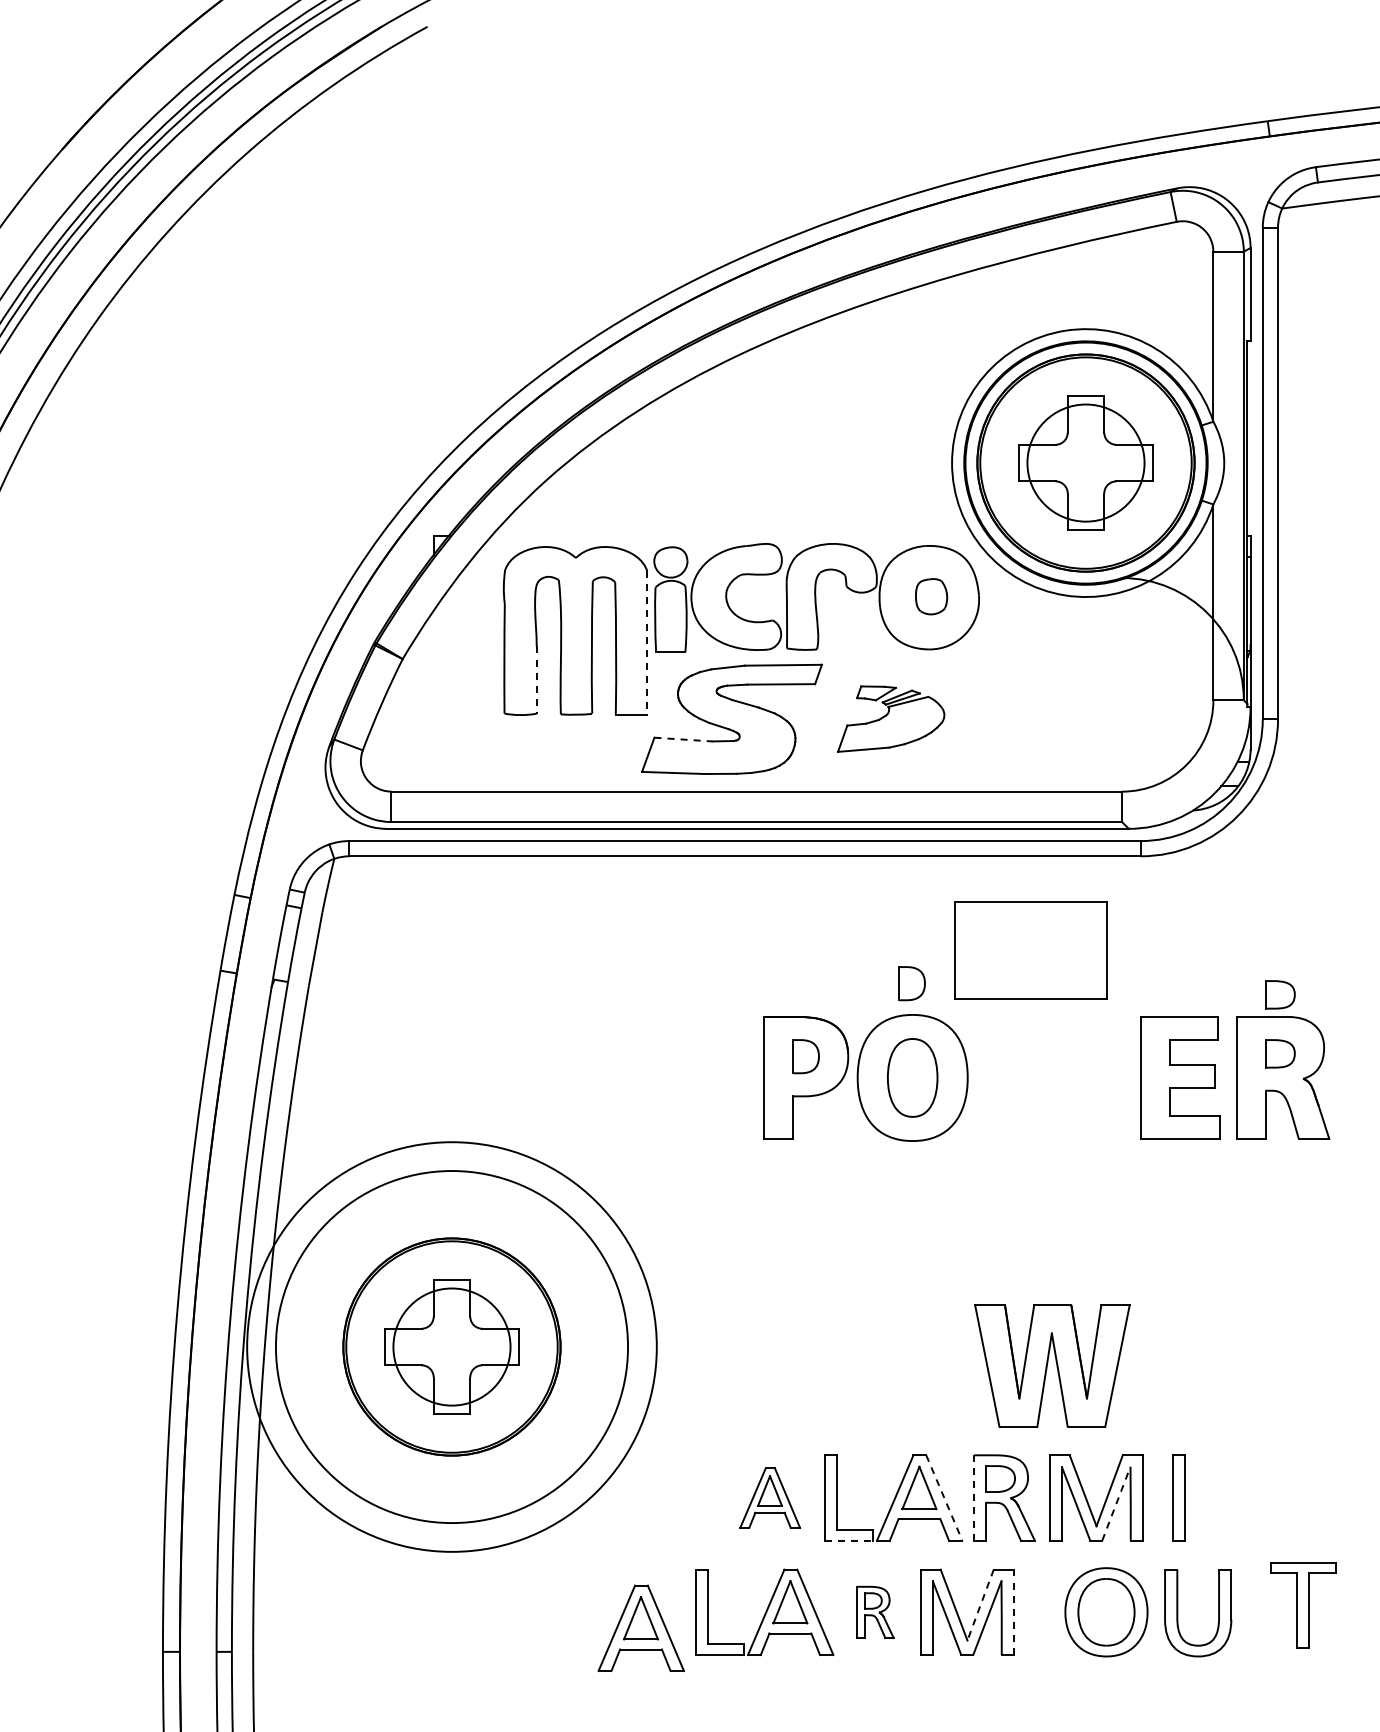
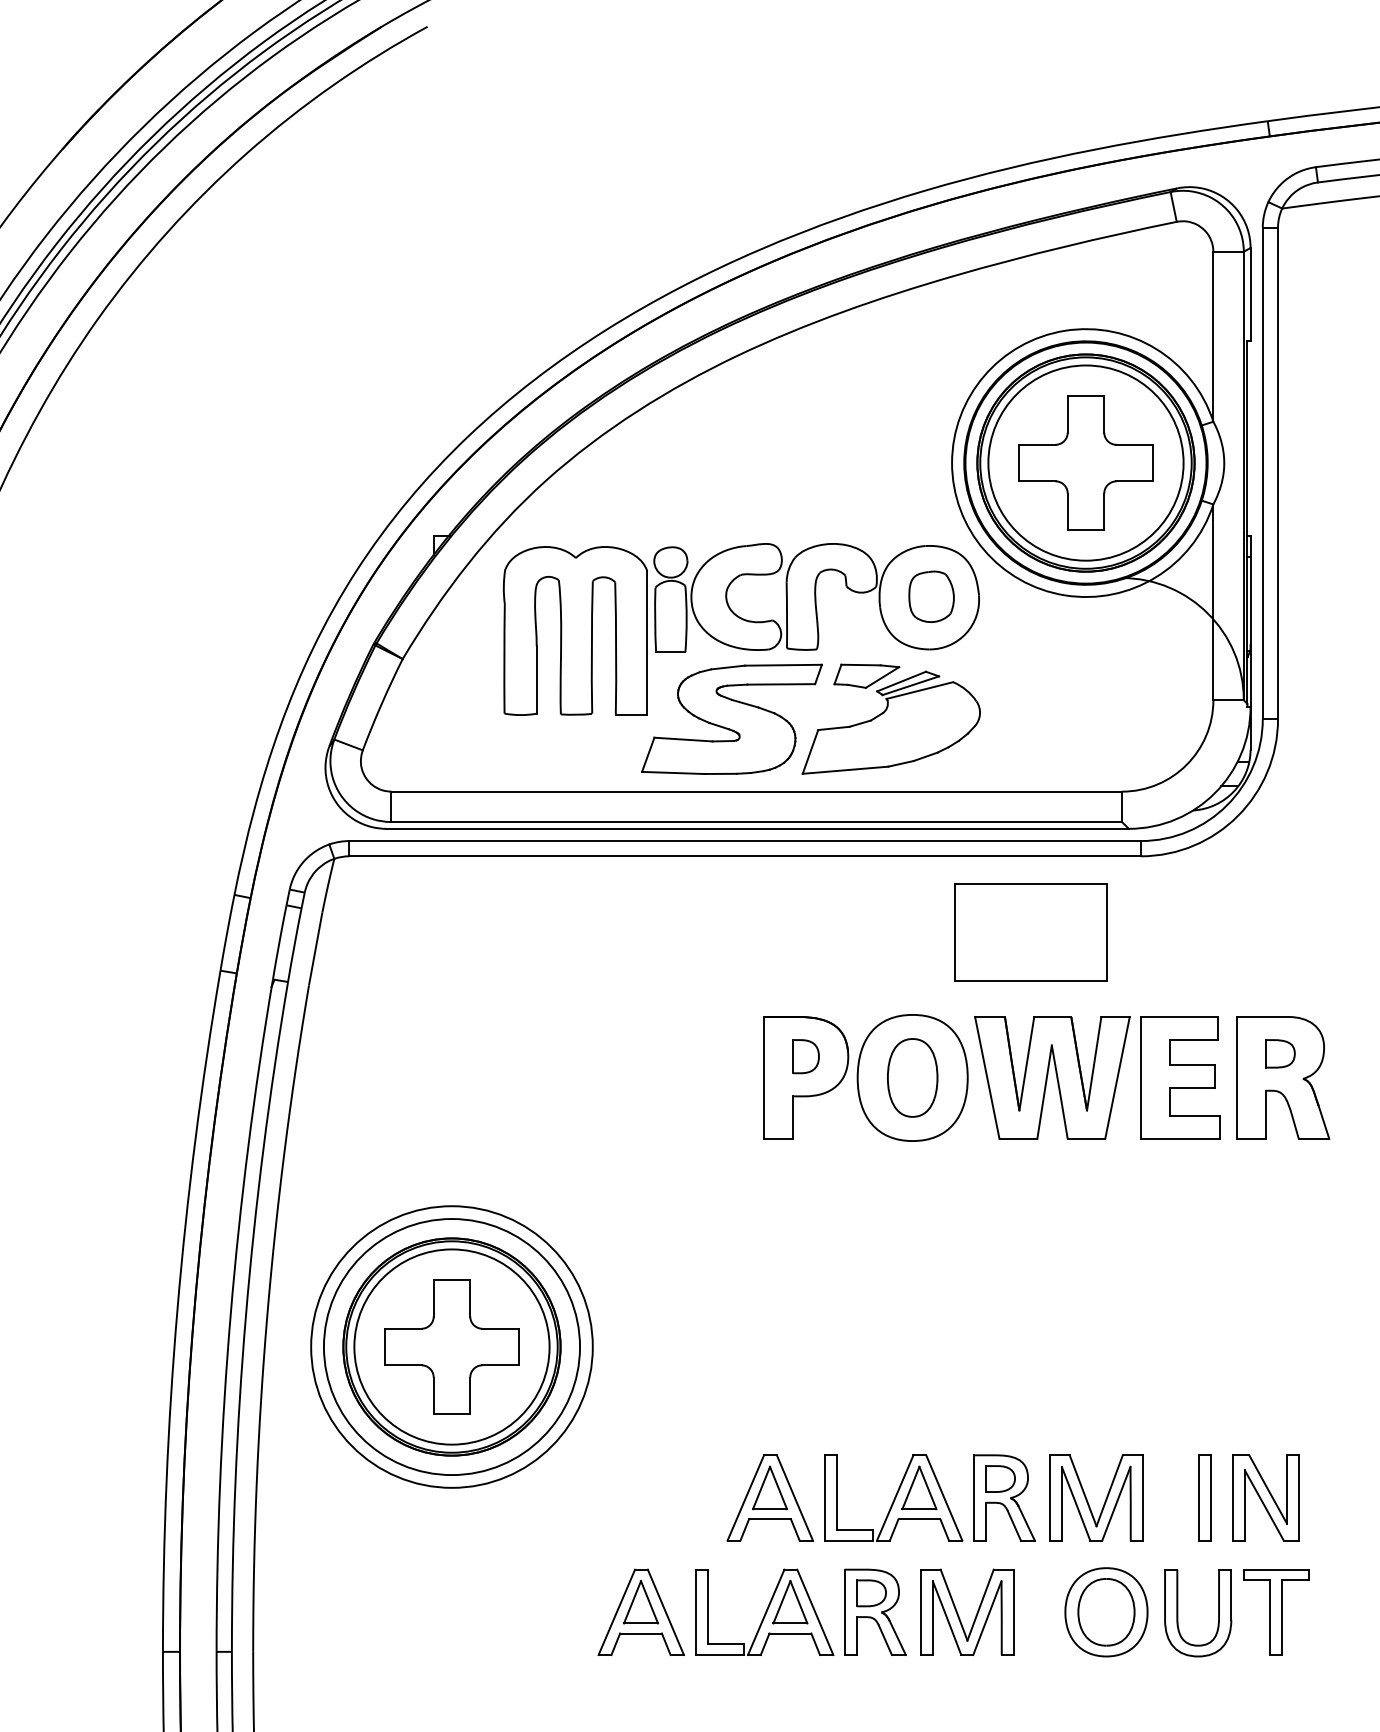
circle at (1085, 462) diameter: 117 px -> 195 px
part at (931, 596) size: 34x38 px -> 47x53 px
line at (647, 642): dashed -> solid
line at (536, 680): dashed -> solid
part at (891, 718) size: 109x68 px -> 180x112 px
line at (683, 739): dashed -> solid
part at (1030, 950) position: (1030, 950) -> (1030, 932)
part at (911, 983): present -> none
part at (1280, 994): present -> none
circle at (451, 1346) diameter: 117 px -> 195 px
circle at (451, 1346) diameter: 410 px -> 256 px
circle at (451, 1347) diameter: 352 px -> 282 px
part at (1052, 1365) position: (1052, 1365) -> (1052, 1077)
part at (769, 1497) size: 62x62 px -> 88x88 px
line at (974, 1497): dashed -> solid
part at (1178, 1497) position: (1178, 1497) -> (1204, 1497)
part at (1265, 1497): none -> present
line at (944, 1498): dashed -> solid
line at (1116, 1503): dashed -> solid
line at (849, 1540): dashed -> solid
line at (980, 1605): dashed -> solid
part at (1303, 1605) position: (1303, 1605) -> (1276, 1612)
part at (875, 1611) size: 39x54 px -> 63x89 px
line at (1013, 1612): dashed -> solid
part at (640, 1627) position: (640, 1627) -> (640, 1611)
